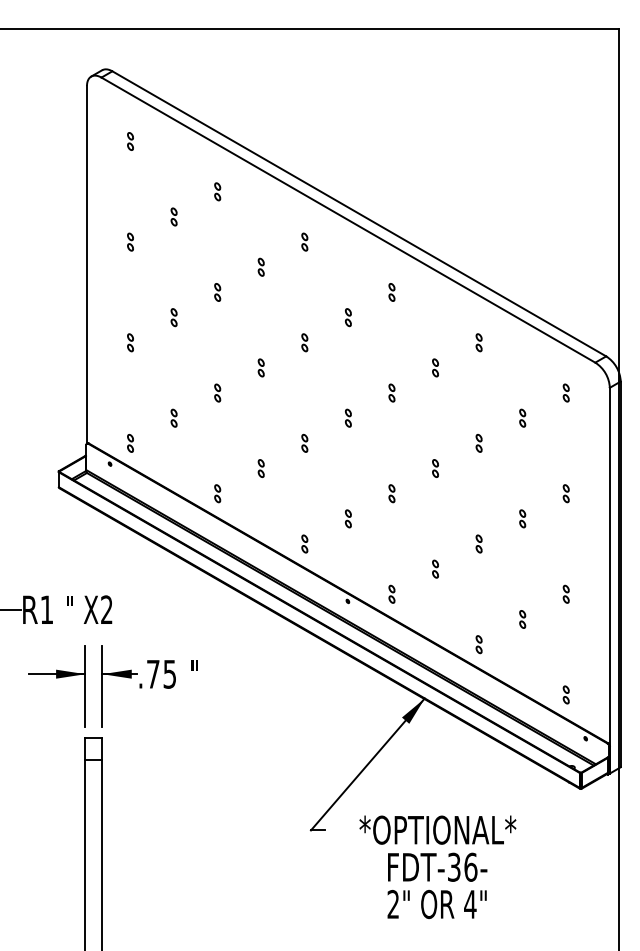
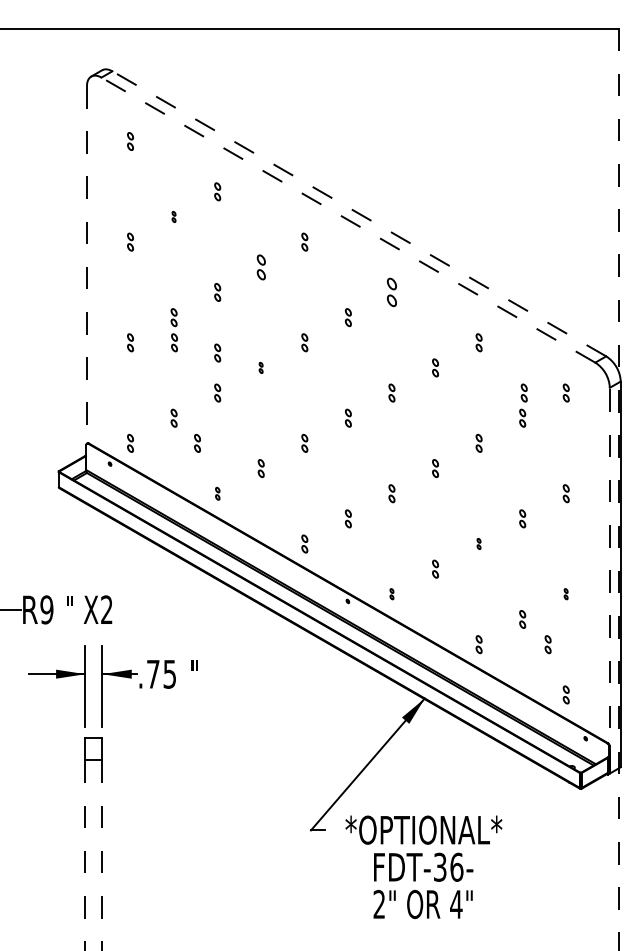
line at (358, 213): solid -> dashed
part at (173, 216) size: 8x20 px -> 6x12 px
line at (347, 219): solid -> dashed
line at (86, 264): solid -> dashed
part at (260, 266) size: 8x20 px -> 10x27 px
part at (391, 292) size: 8x19 px -> 11x31 px
part at (174, 342): none -> present
part at (217, 352): none -> present
part at (260, 367) size: 8x20 px -> 6x13 px
part at (523, 392): none -> present
part at (197, 443): none -> present
line at (619, 489): solid -> dashed
part at (217, 493) size: 8x20 px -> 6x14 px
part at (478, 543) size: 8x20 px -> 6x12 px
line at (609, 580): solid -> dashed
part at (391, 593) size: 8x20 px -> 6x13 px
part at (565, 593) size: 8x20 px -> 6x13 px
text at (46, 609): R1 -> R9
part at (547, 644): none -> present
line at (85, 855): solid -> dashed
line at (102, 855): solid -> dashed
text at (437, 867) position: (437, 867) -> (423, 867)
